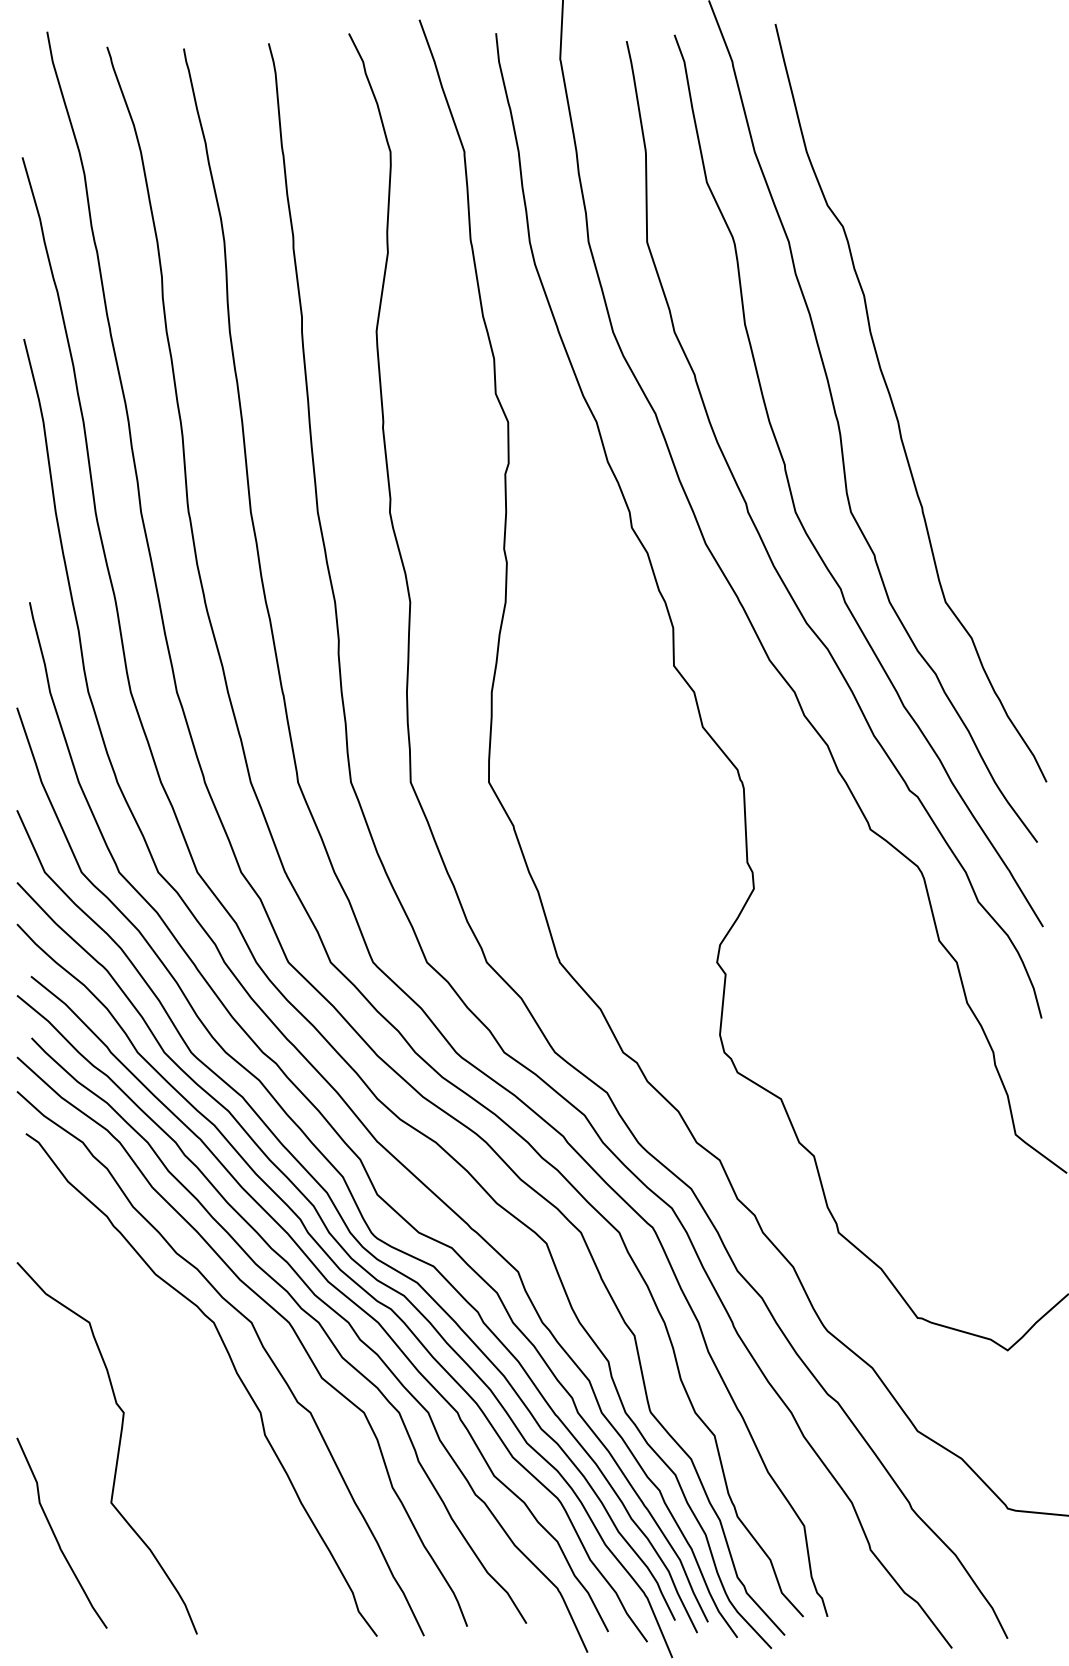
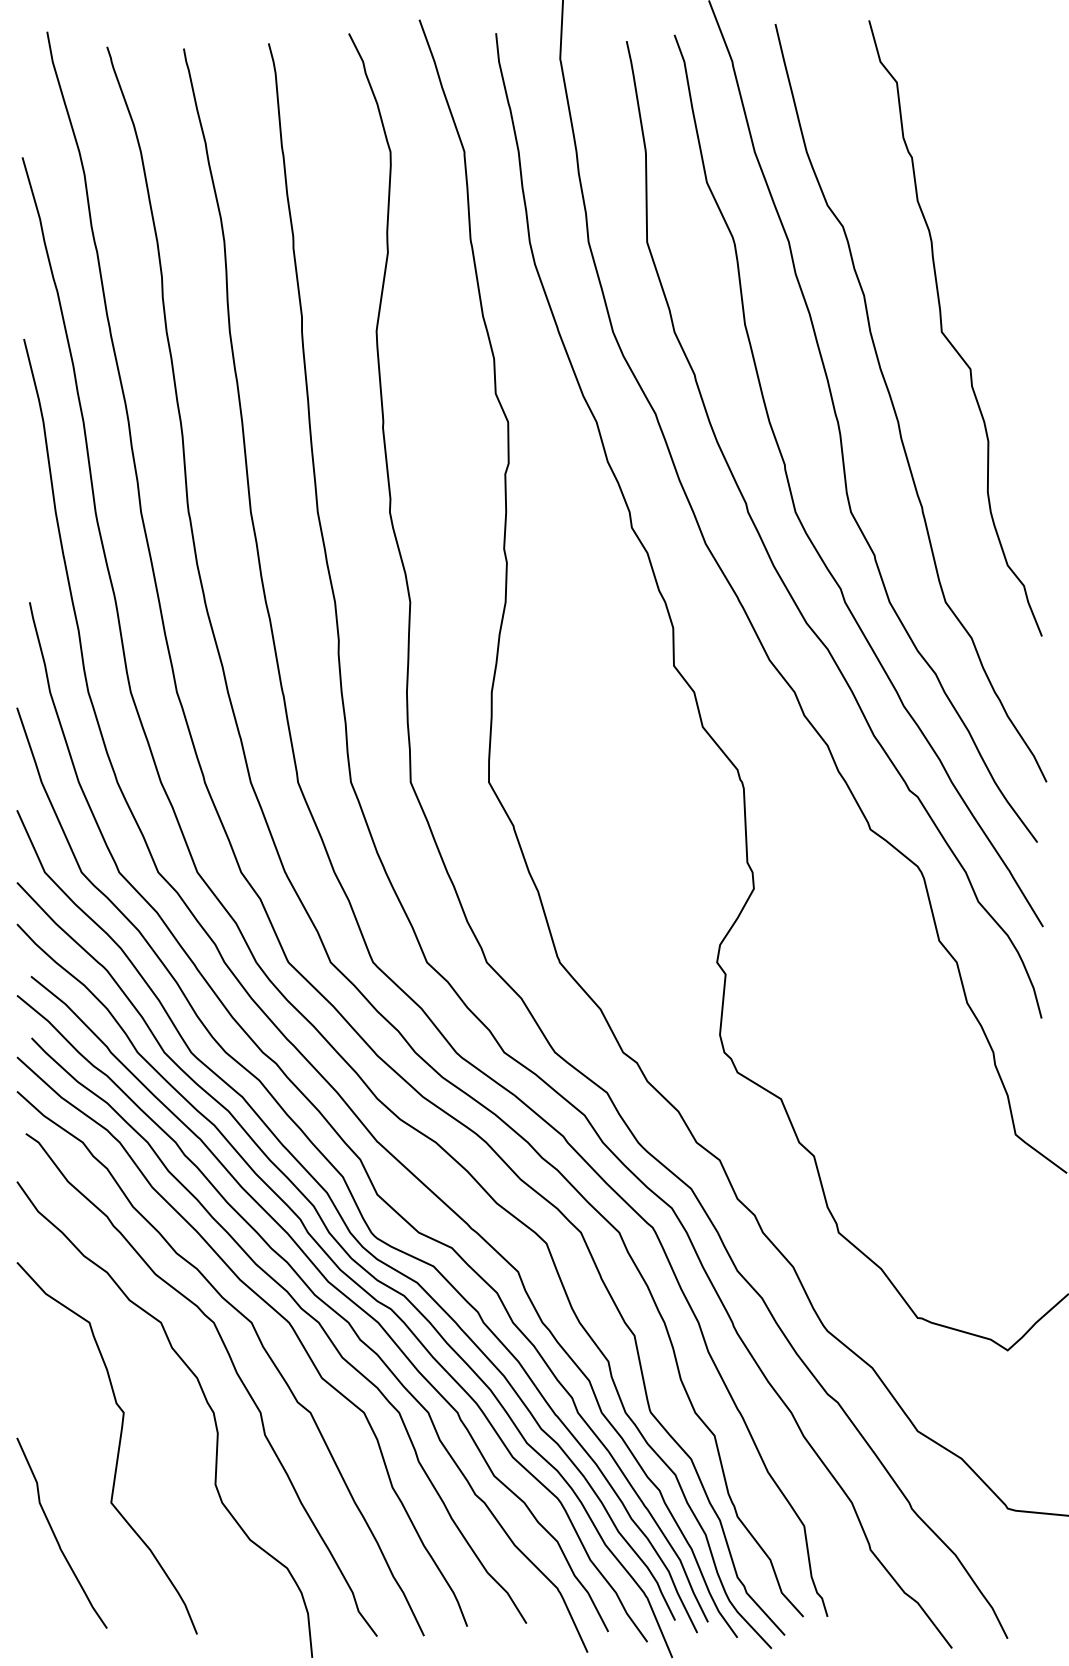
curve at (946, 336): none -> present
curve at (204, 1398): none -> present
